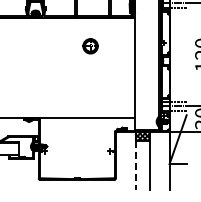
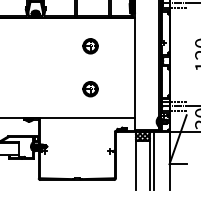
part at (90, 89): none -> present
line at (154, 161): none -> present
line at (136, 165): dashed -> solid
